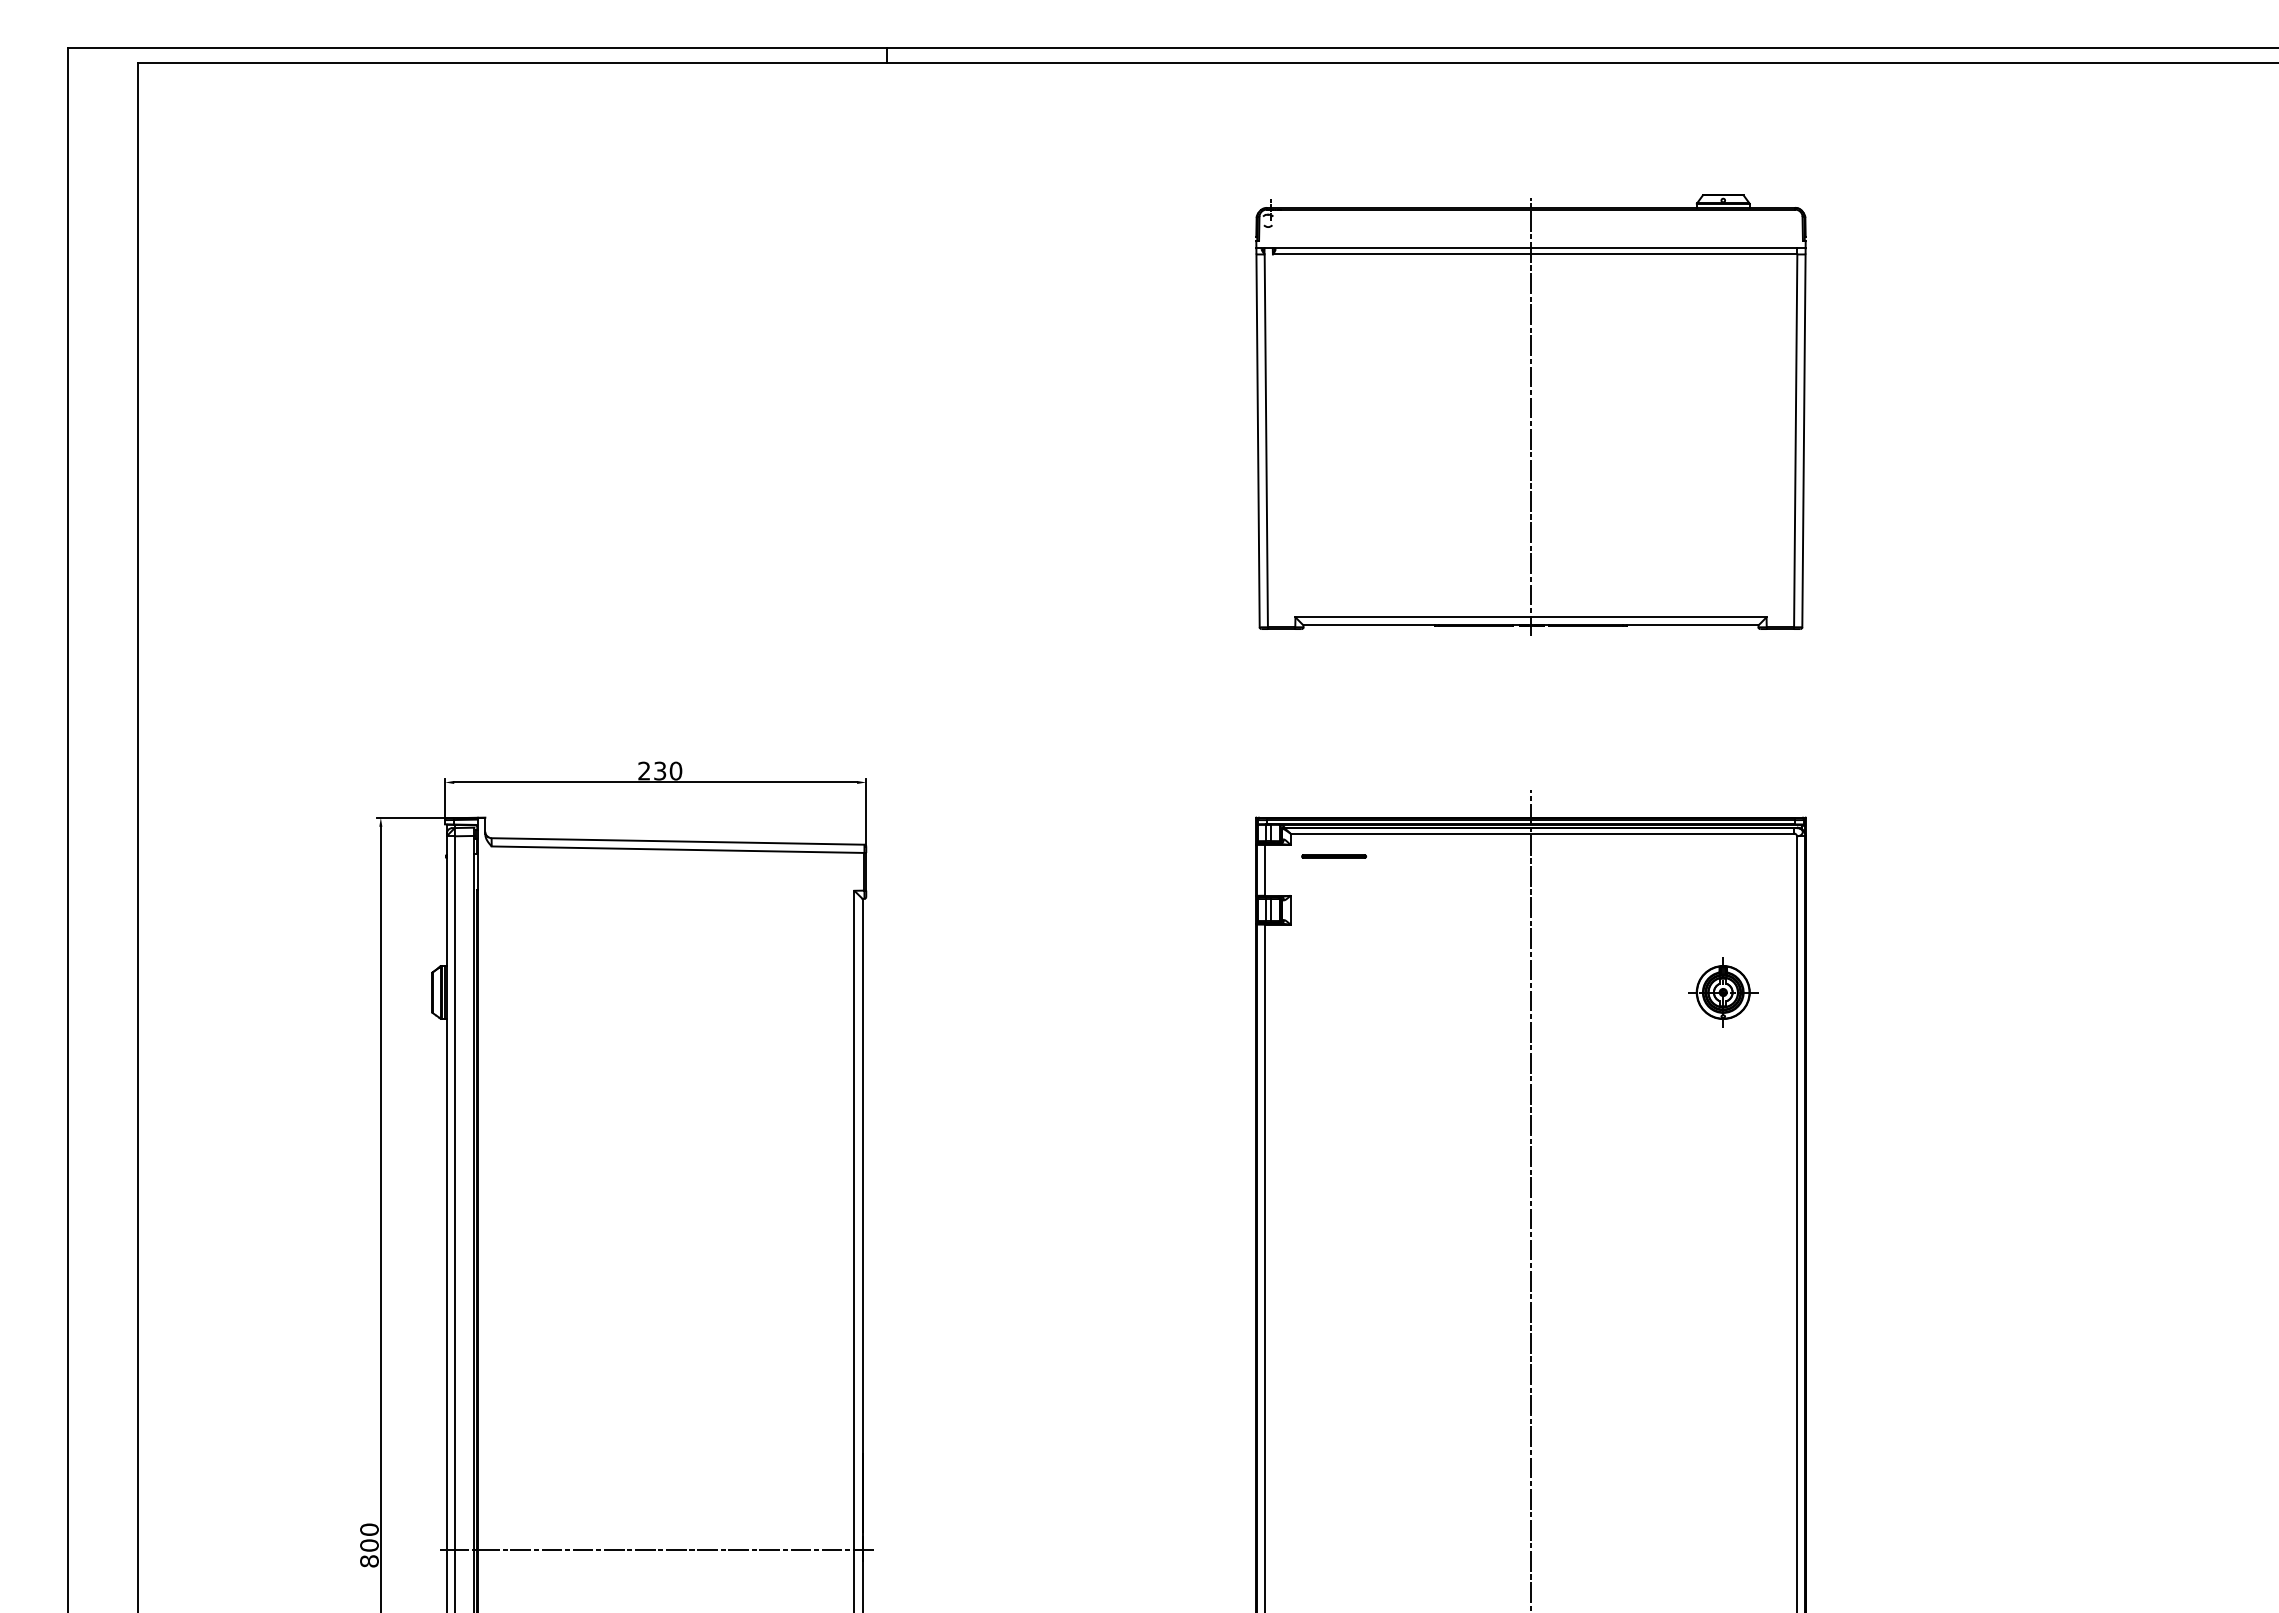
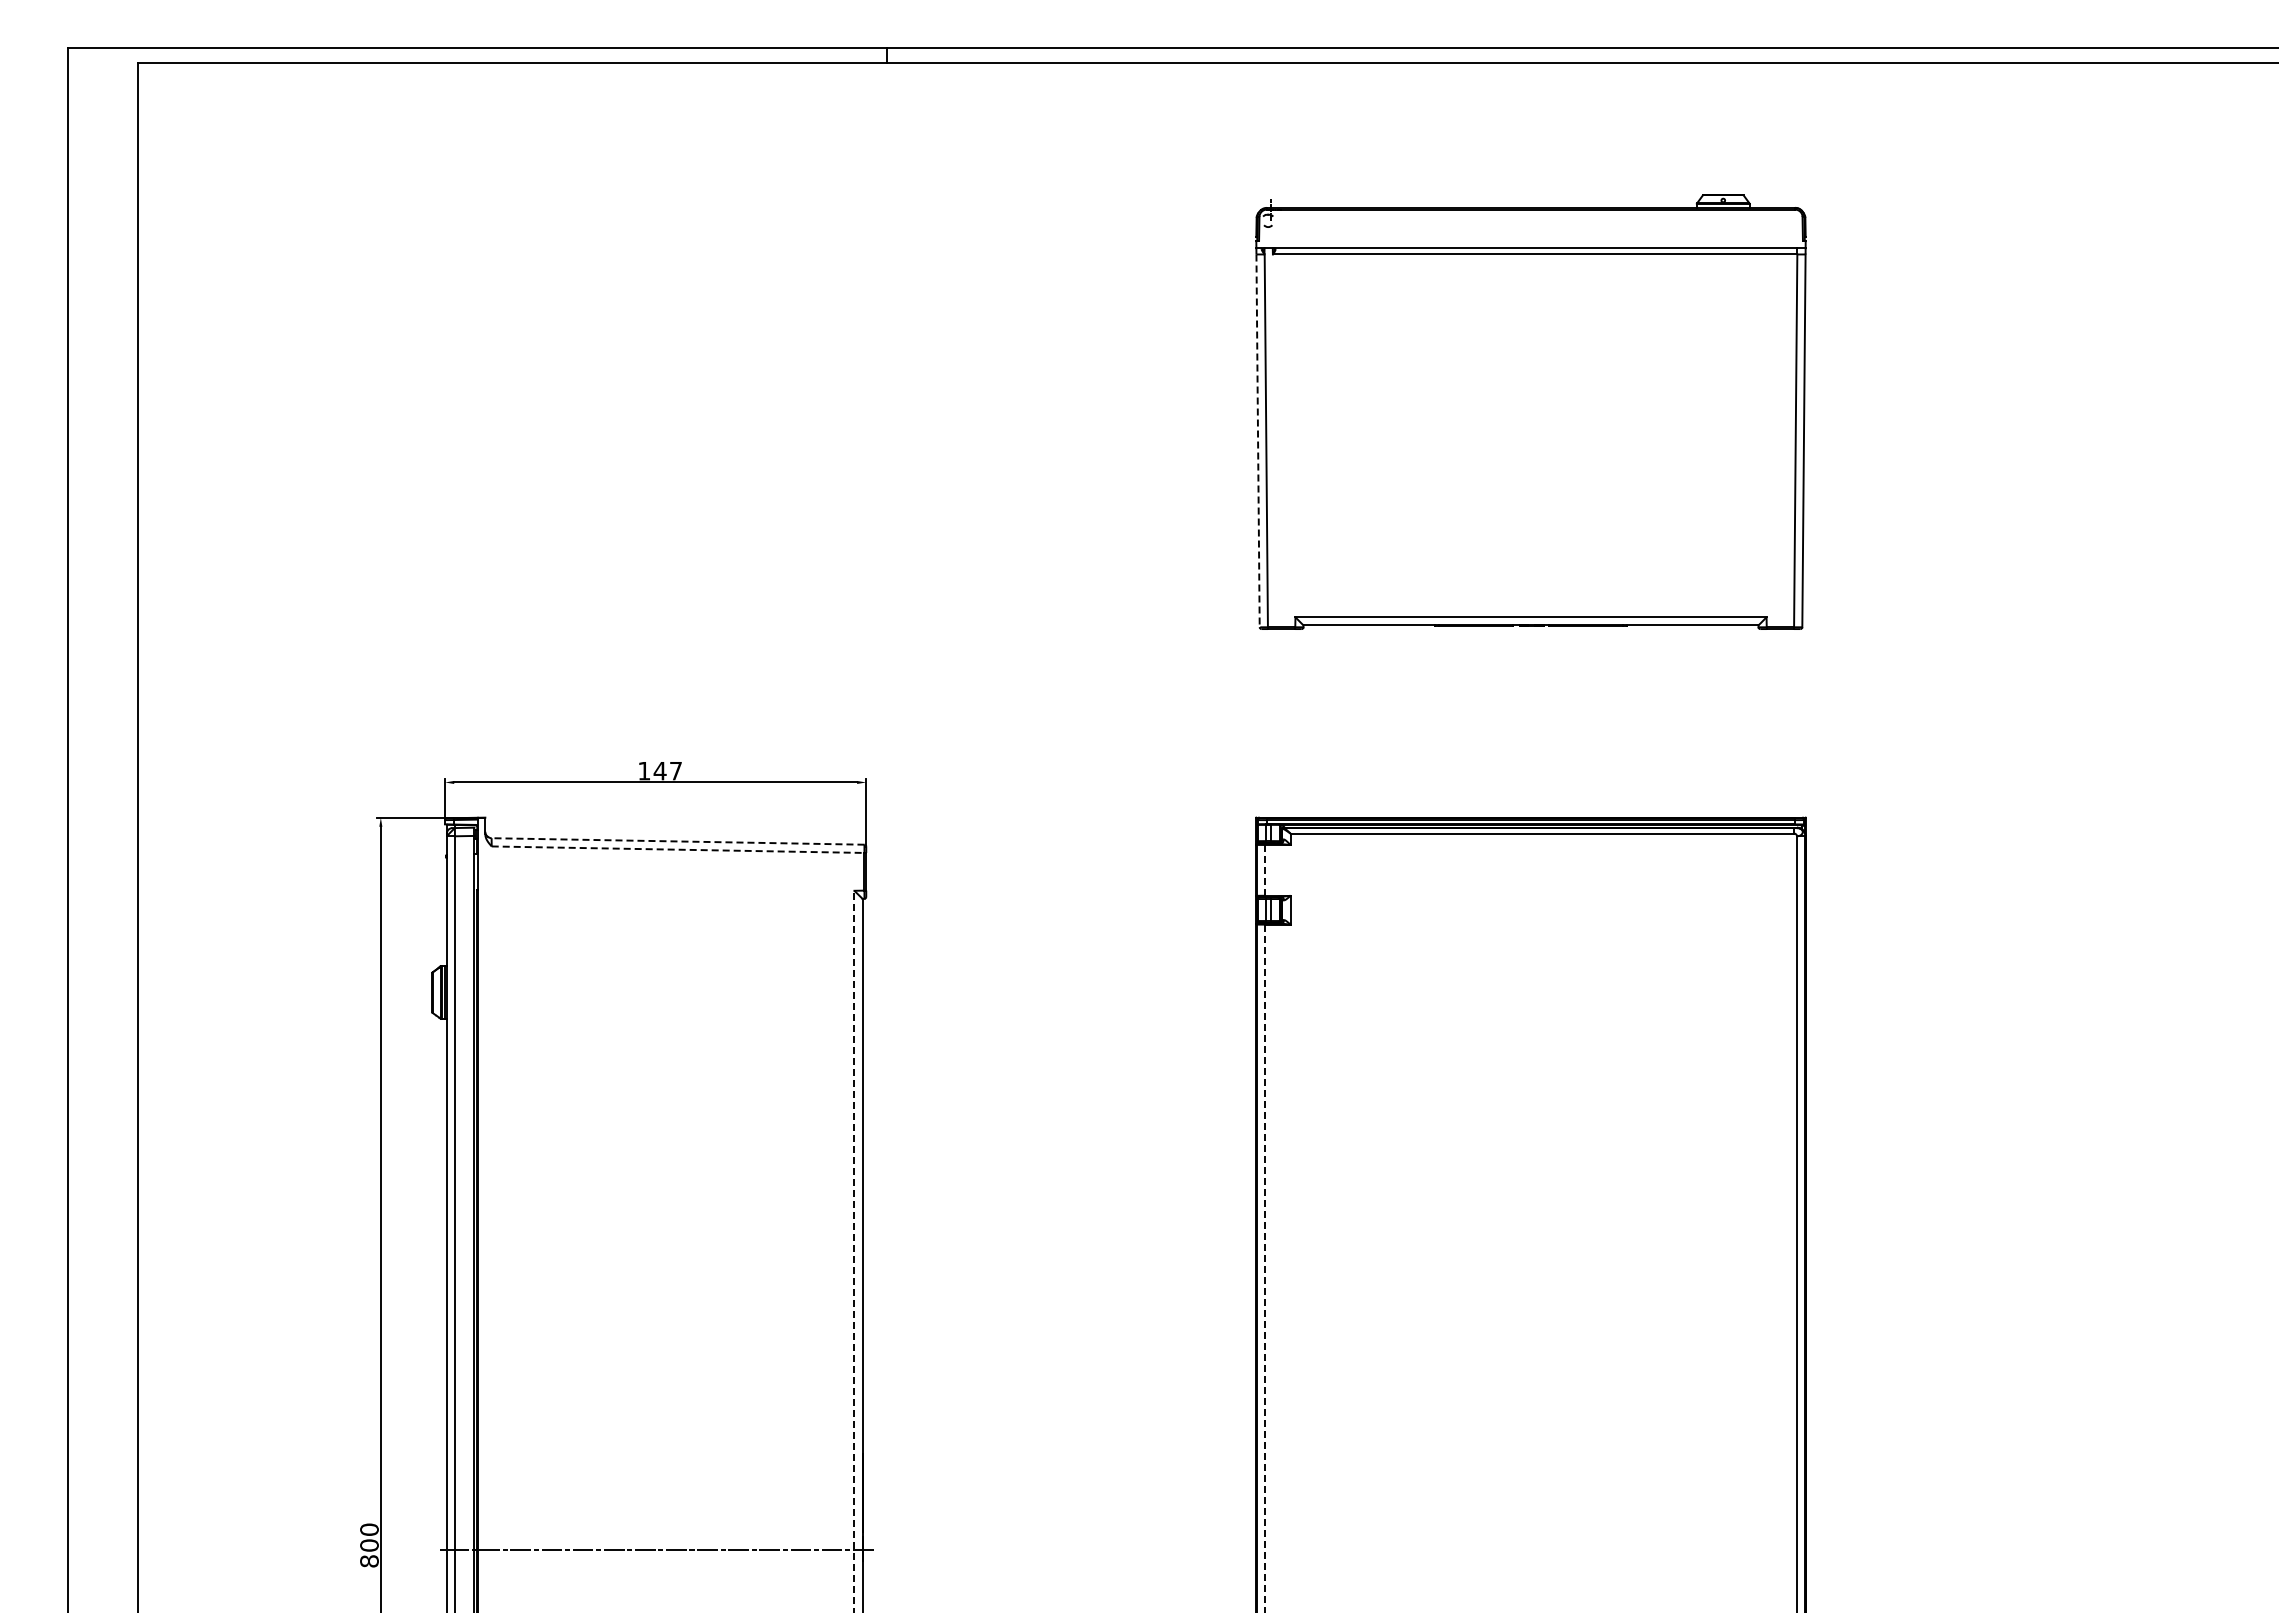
line at (1531, 417): present -> none
line at (1258, 441): solid -> dashed
text at (660, 770): 230 -> 147
line at (677, 841): solid -> dashed
line at (678, 849): solid -> dashed
line at (1334, 856): present -> none
line at (1264, 870): solid -> dashed
part at (1723, 992): present -> none
line at (1531, 1199): present -> none
line at (854, 1251): solid -> dashed
line at (1264, 1268): solid -> dashed
